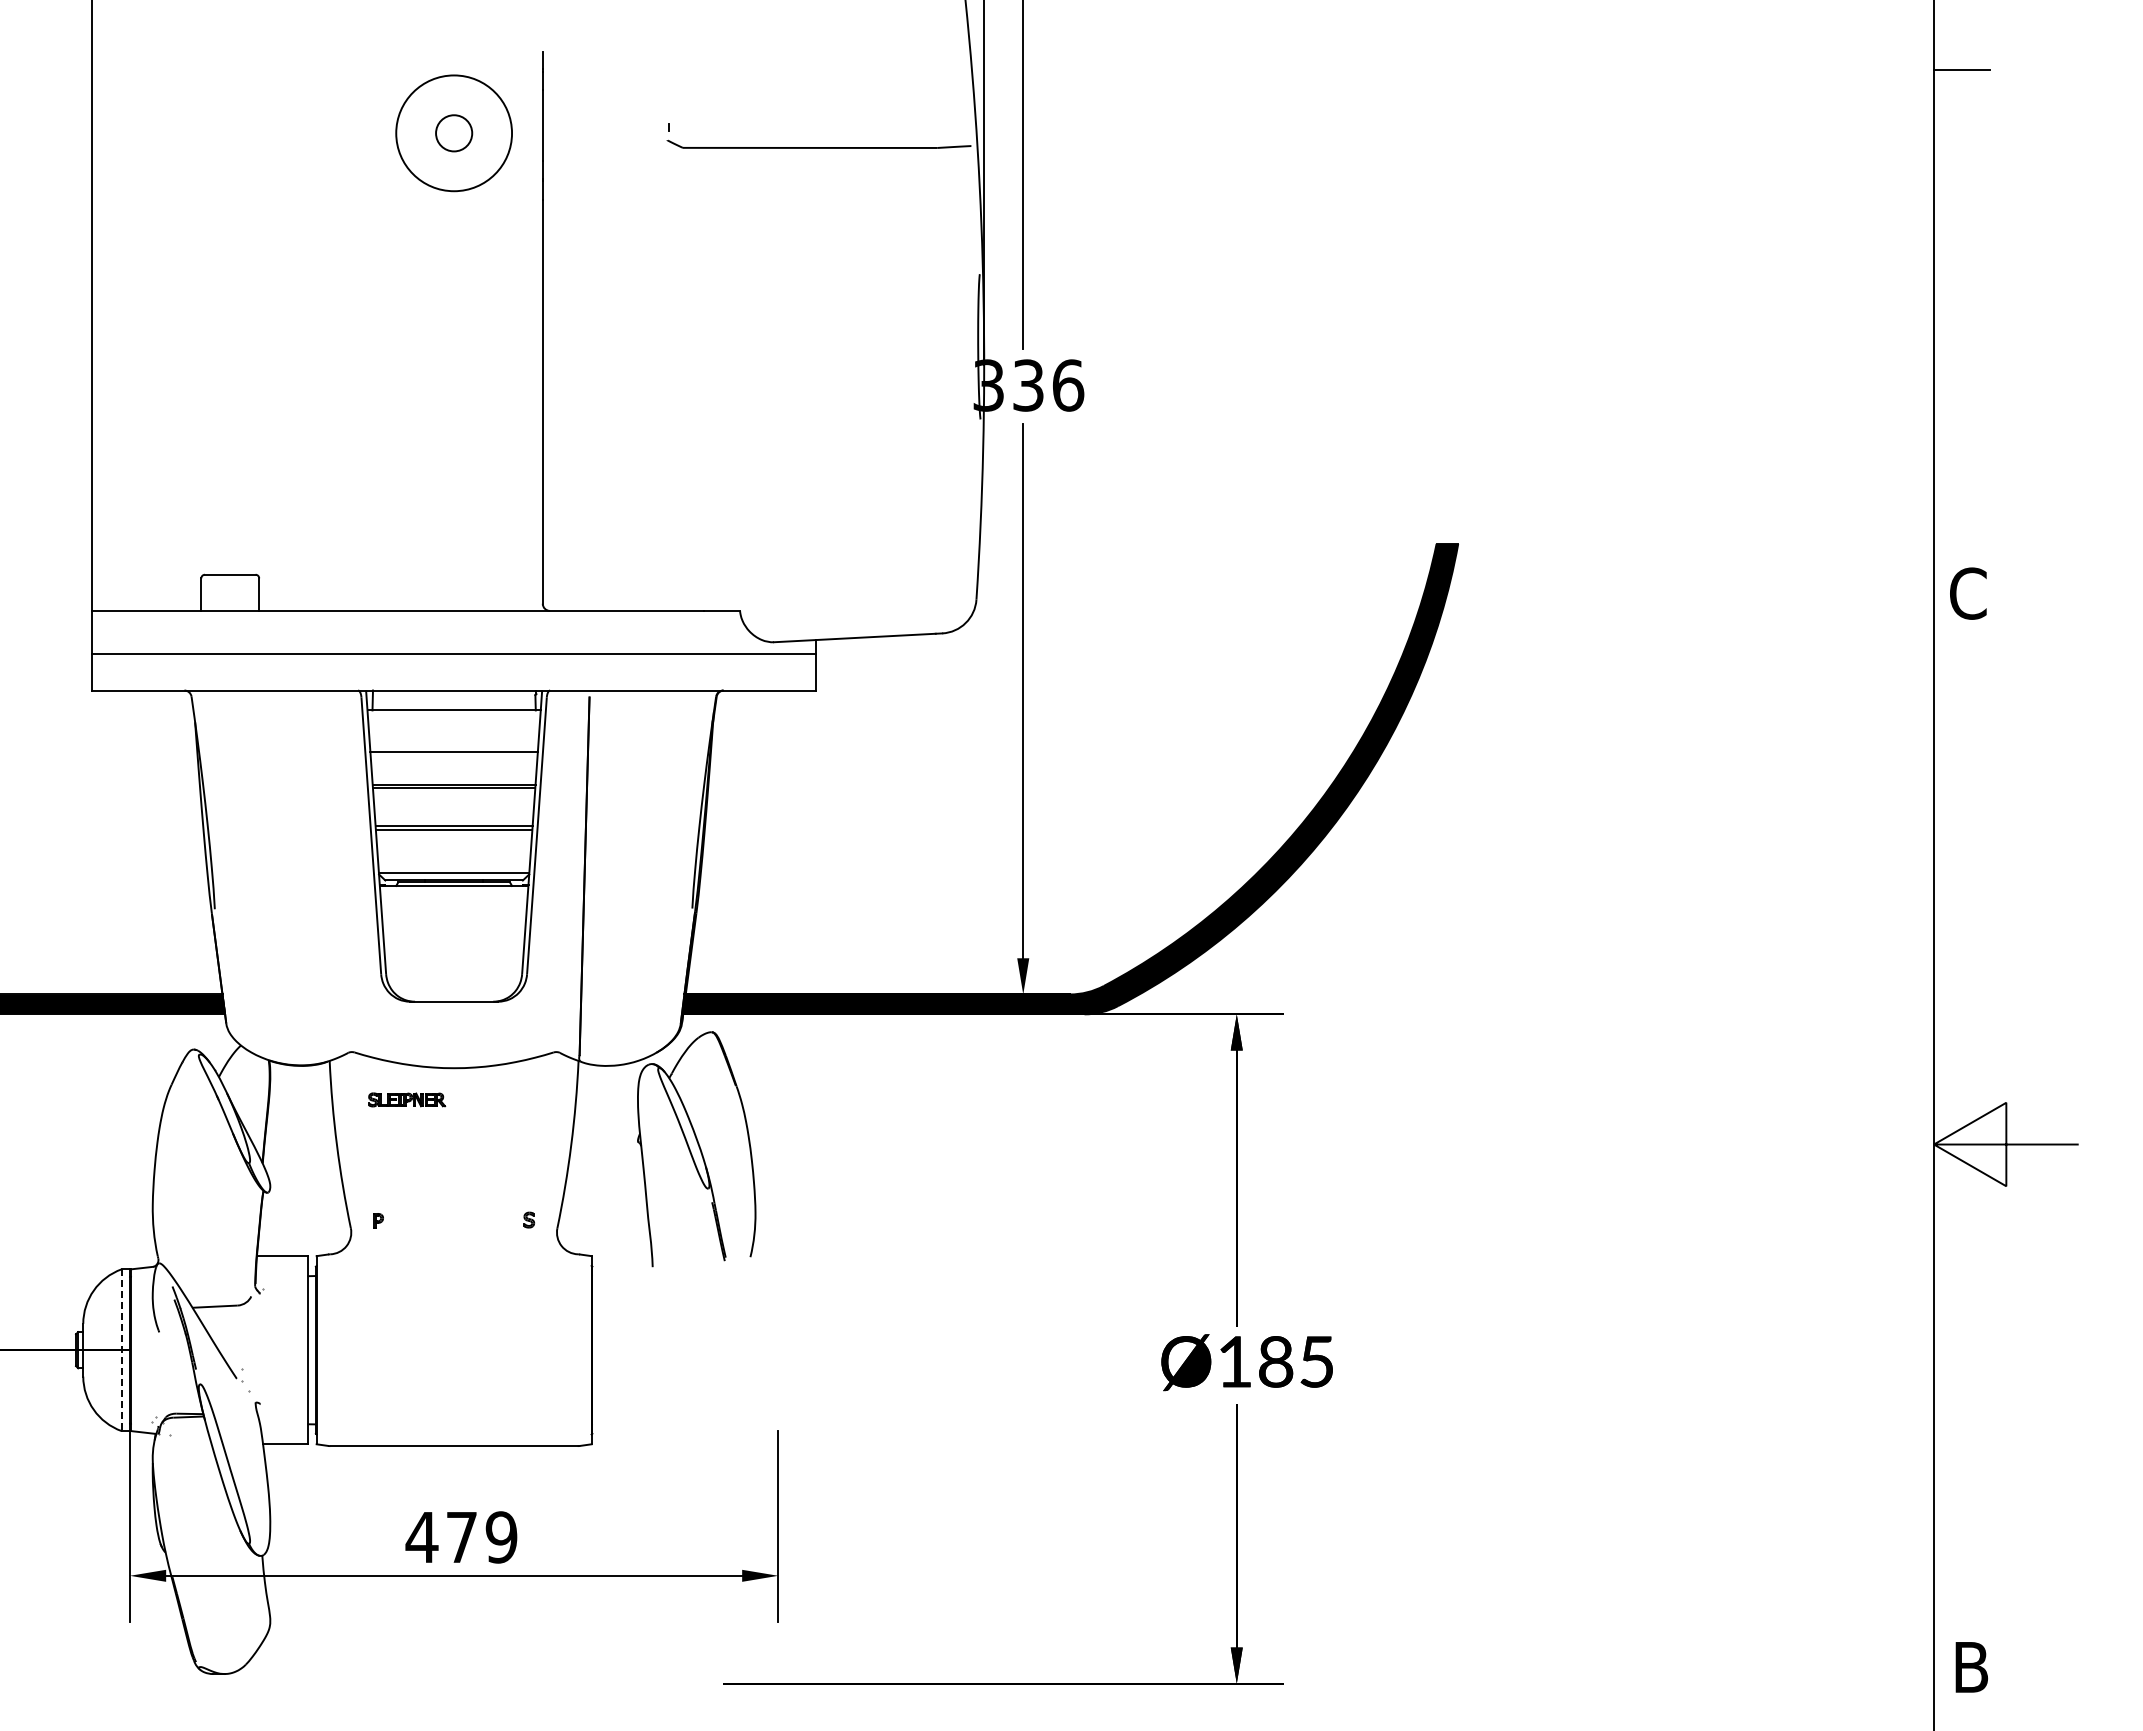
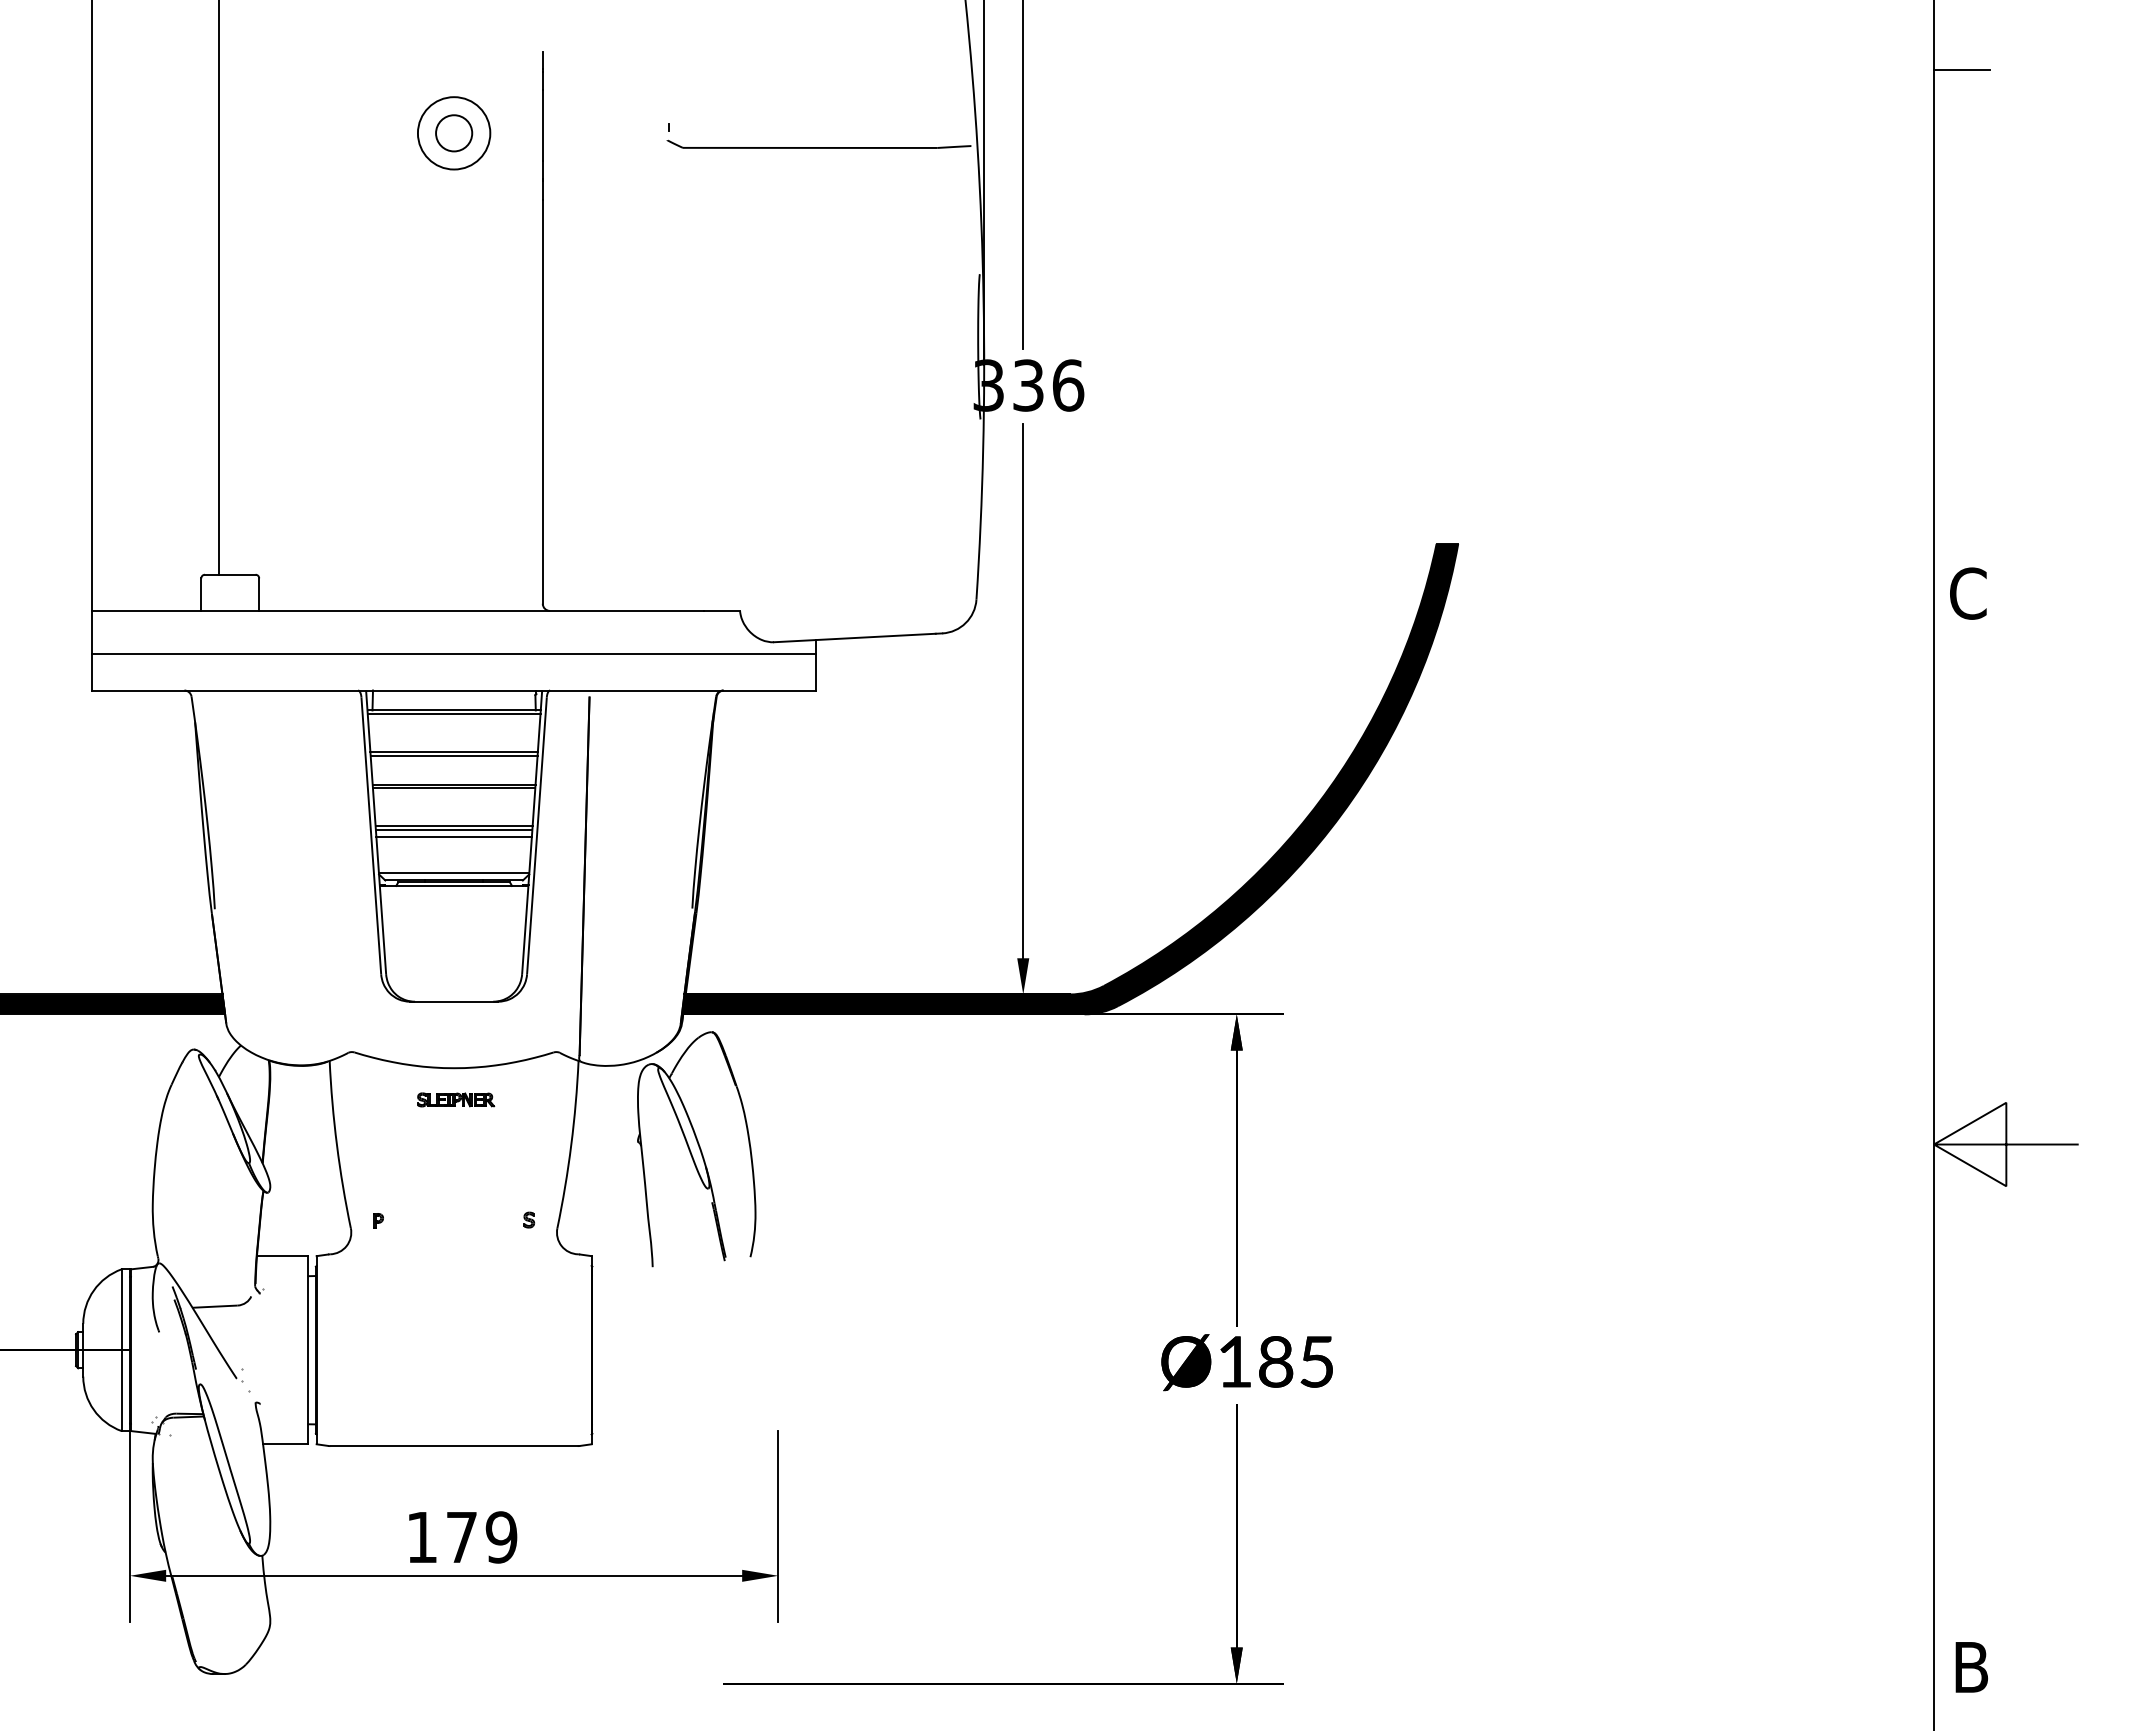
circle at (454, 133) diameter: 116 px -> 72 px
line at (218, 288): none -> present
line at (453, 714): none -> present
line at (453, 755): none -> present
line at (453, 837): none -> present
part at (407, 1099) position: (407, 1099) -> (456, 1099)
line at (121, 1350): dashed -> solid
text at (421, 1537): 479 -> 179
